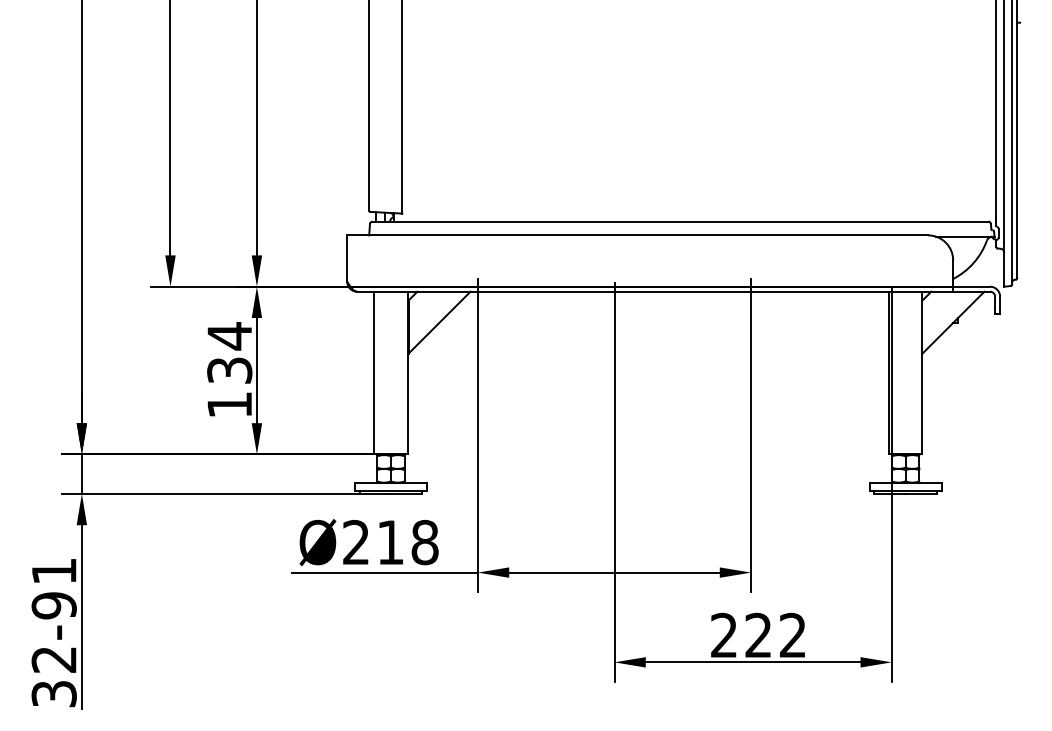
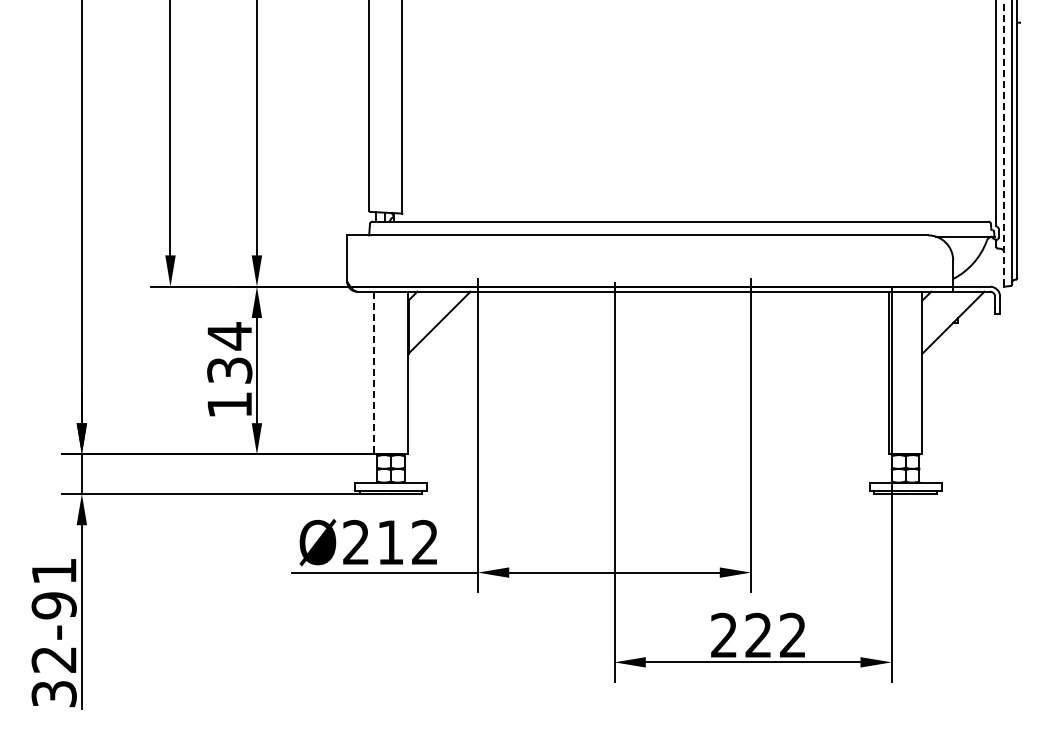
line at (1004, 142): solid -> dashed
line at (374, 373): solid -> dashed
text at (424, 542): Ø218 -> Ø212
